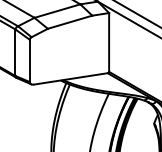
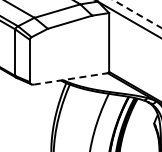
line at (137, 14): solid -> dashed
line at (71, 78): solid -> dashed
